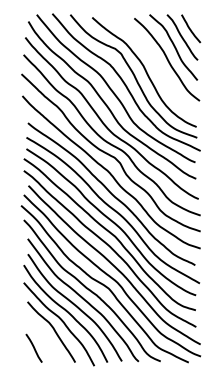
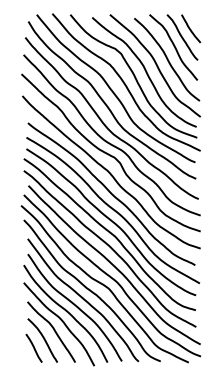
curve at (155, 64): none -> present
curve at (43, 339): none -> present
